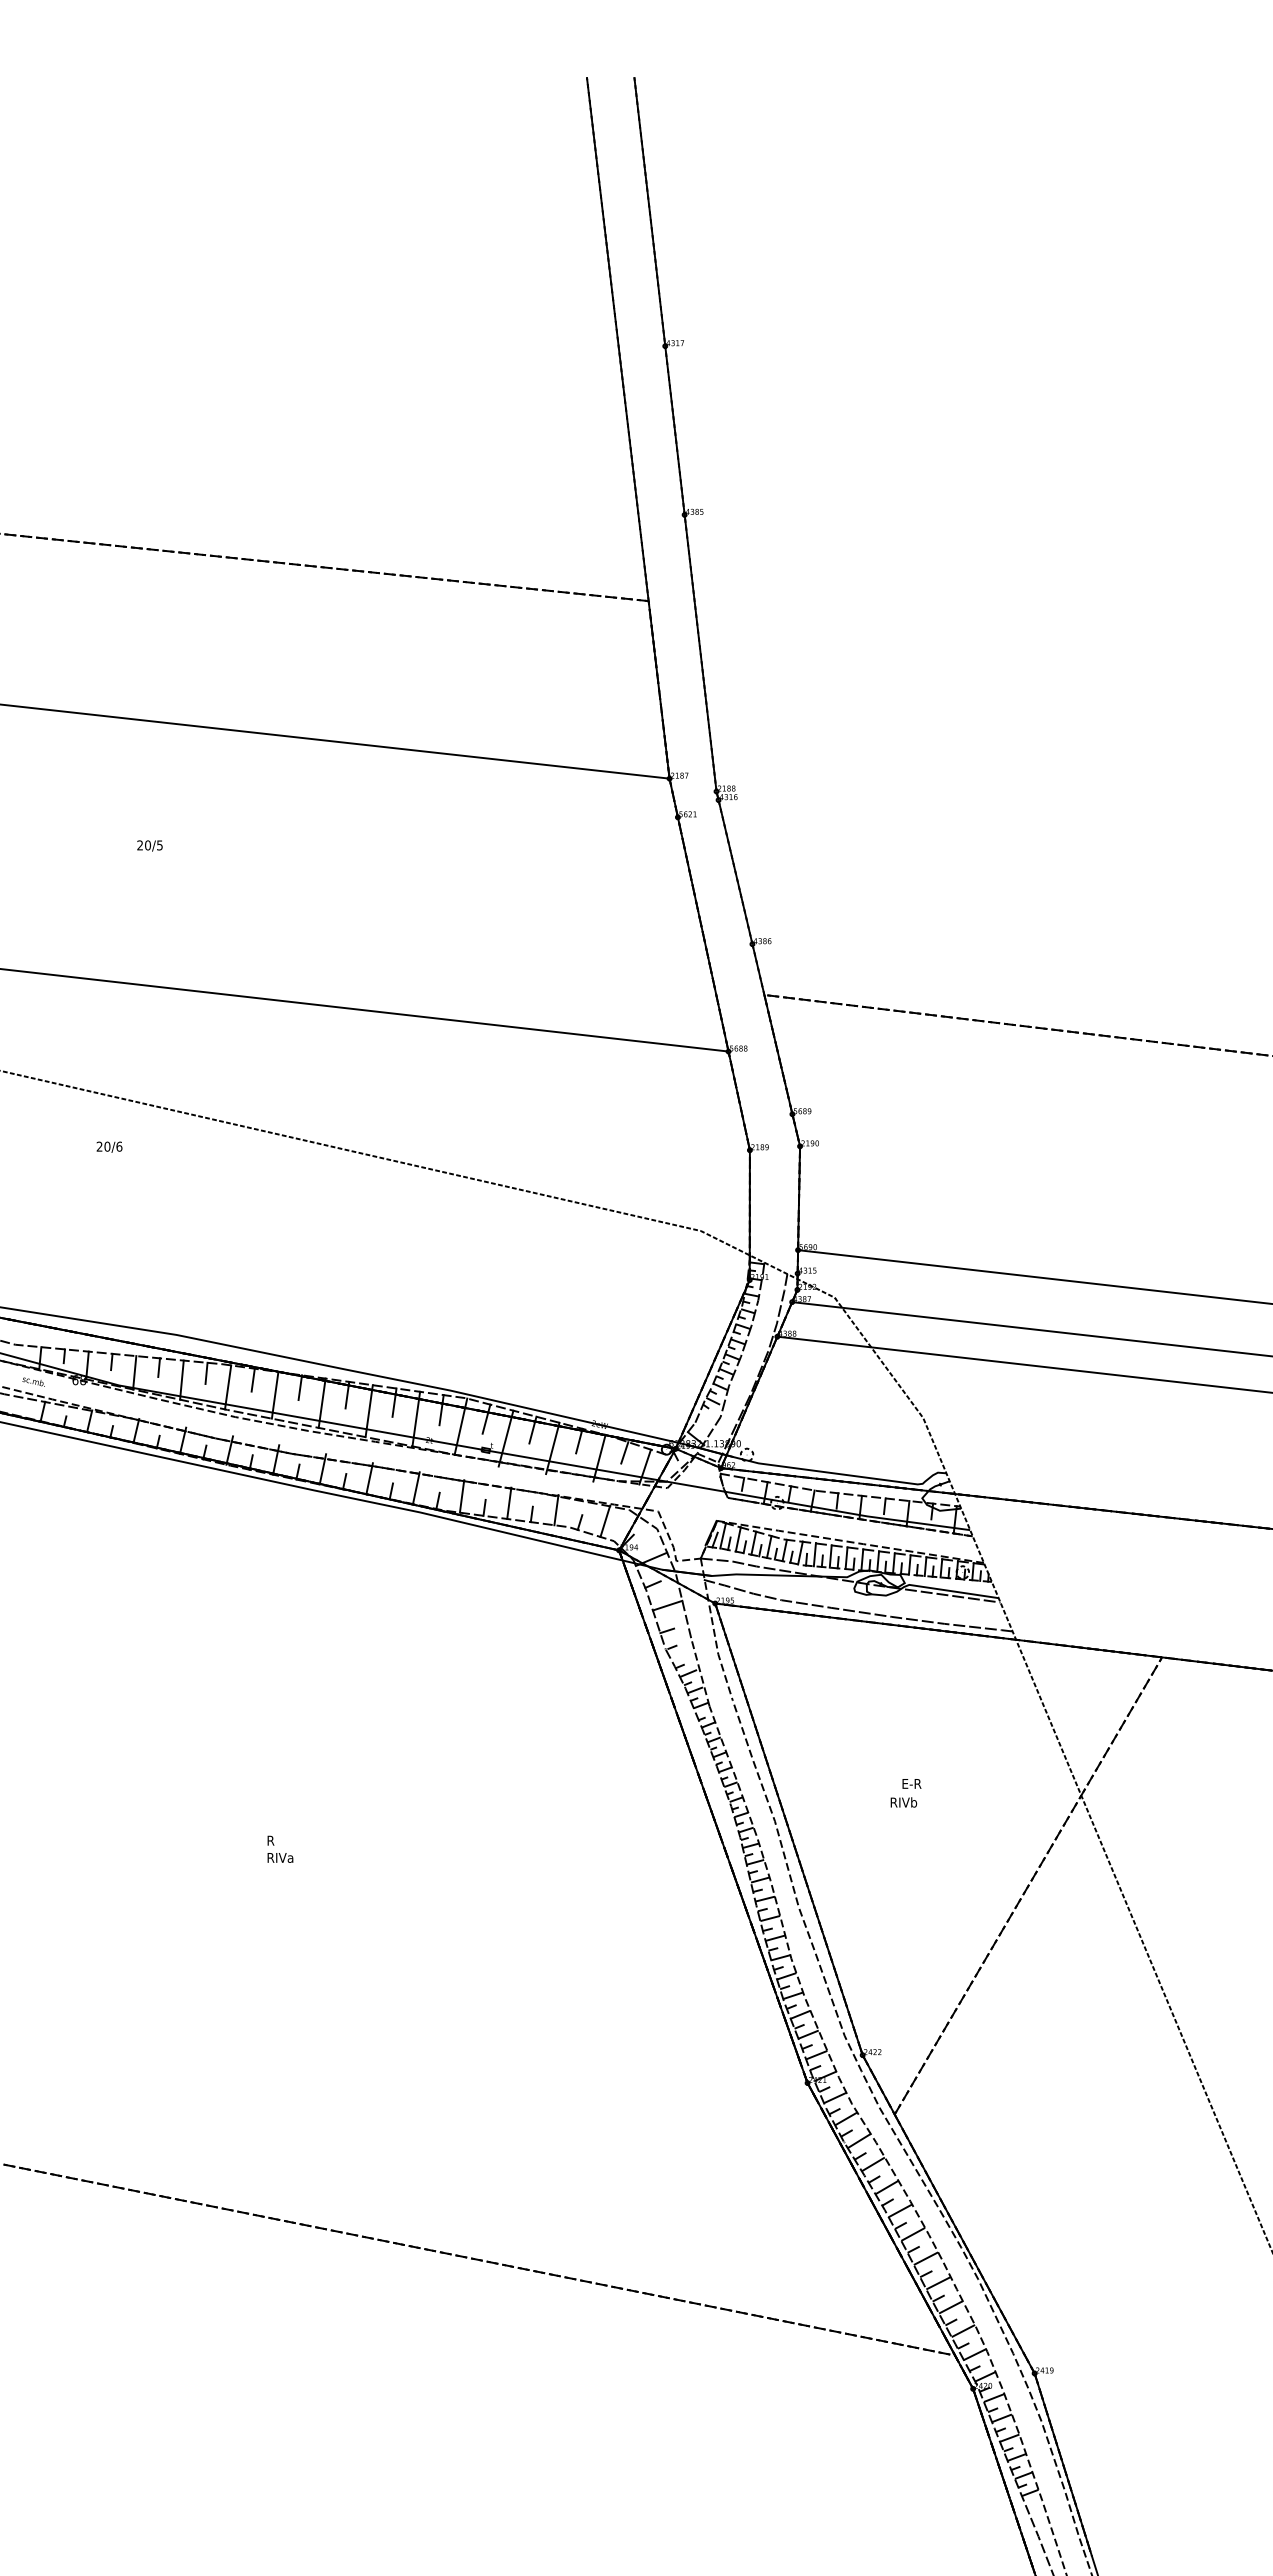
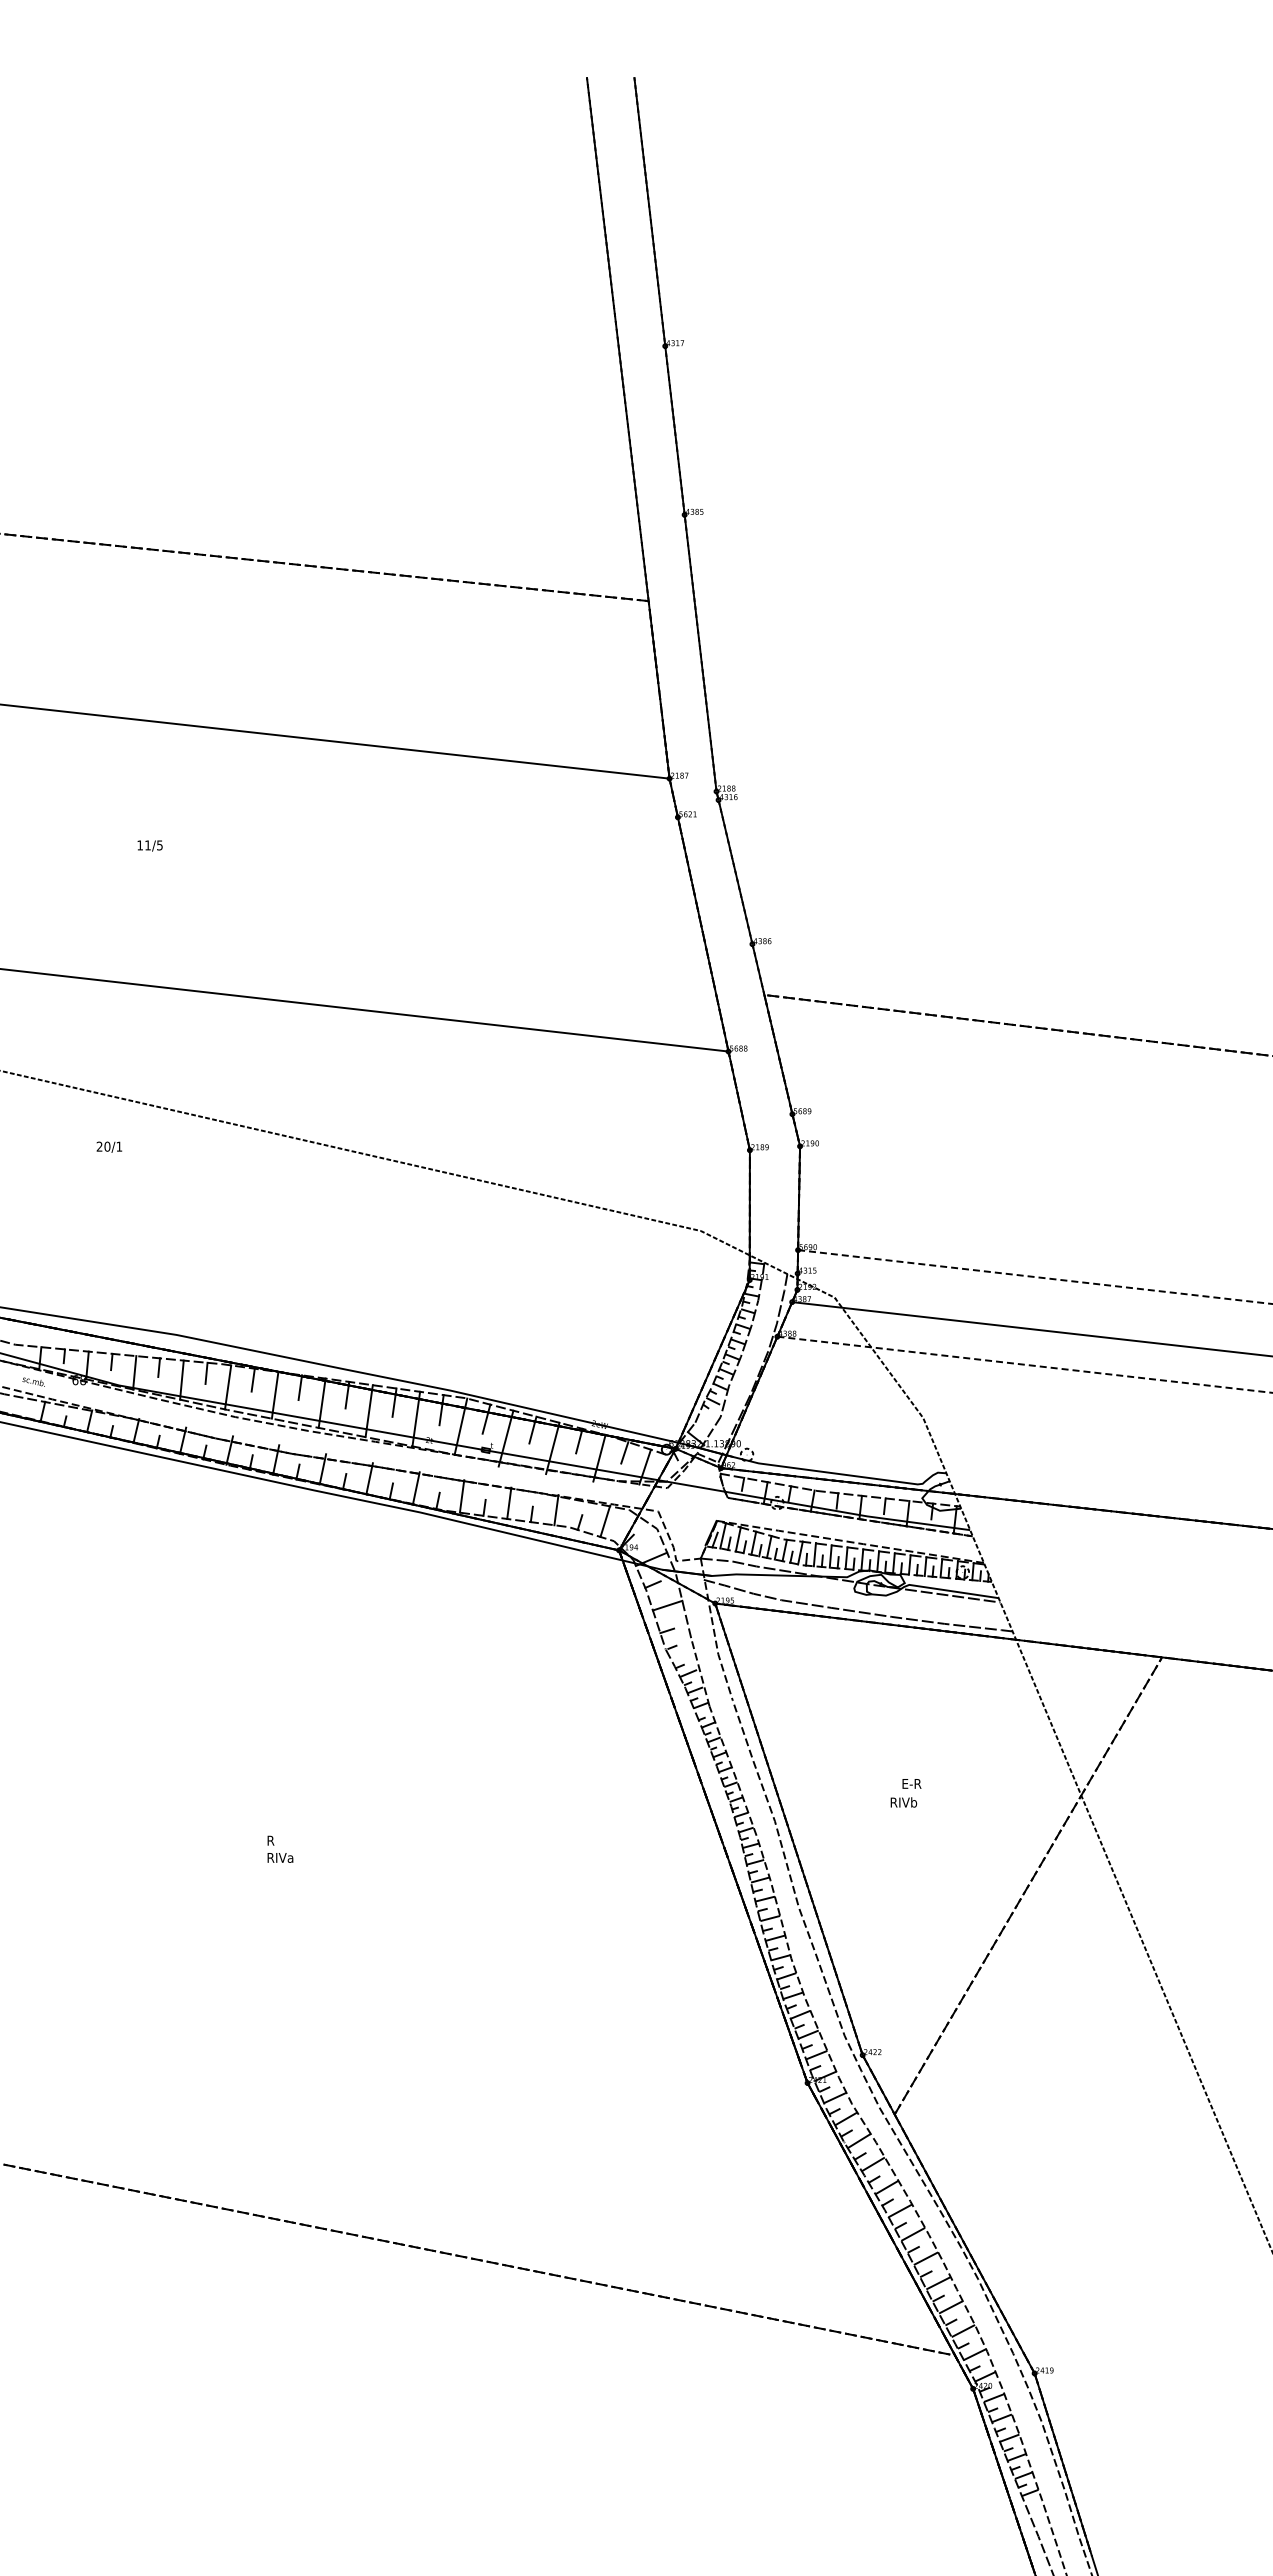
text at (144, 845): 20/5 -> 11/5
text at (119, 1146): 20/6 -> 20/1
line at (1035, 1277): solid -> dashed
line at (1024, 1364): solid -> dashed
